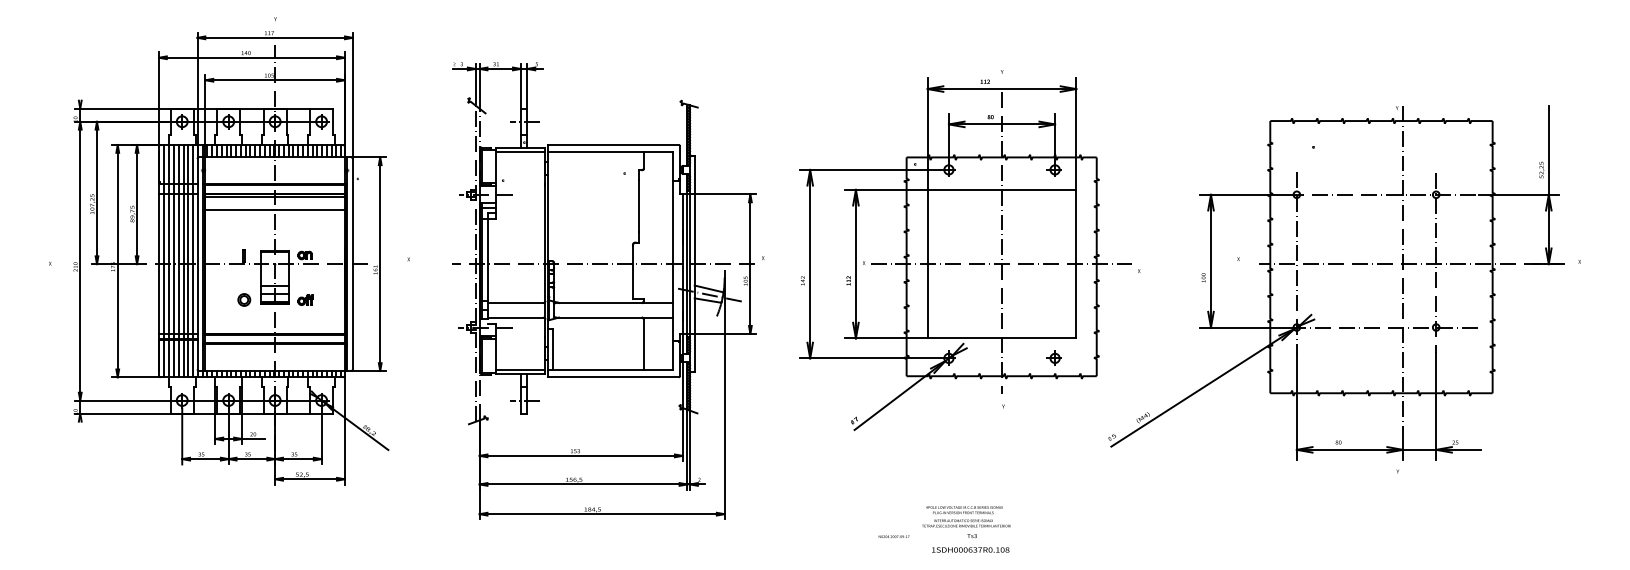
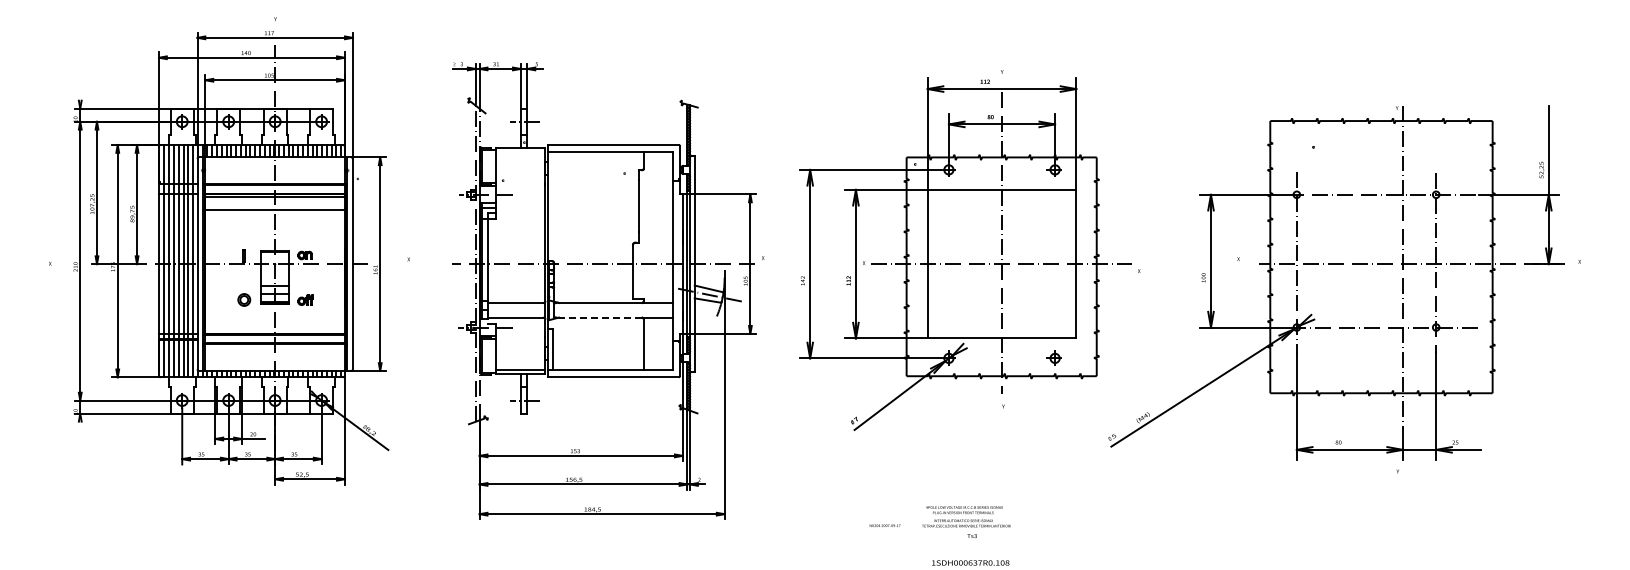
line at (520, 152): present -> none
line at (600, 317): solid -> dashed
text at (893, 536) position: (893, 536) -> (884, 525)
text at (970, 549) position: (970, 549) -> (970, 562)
